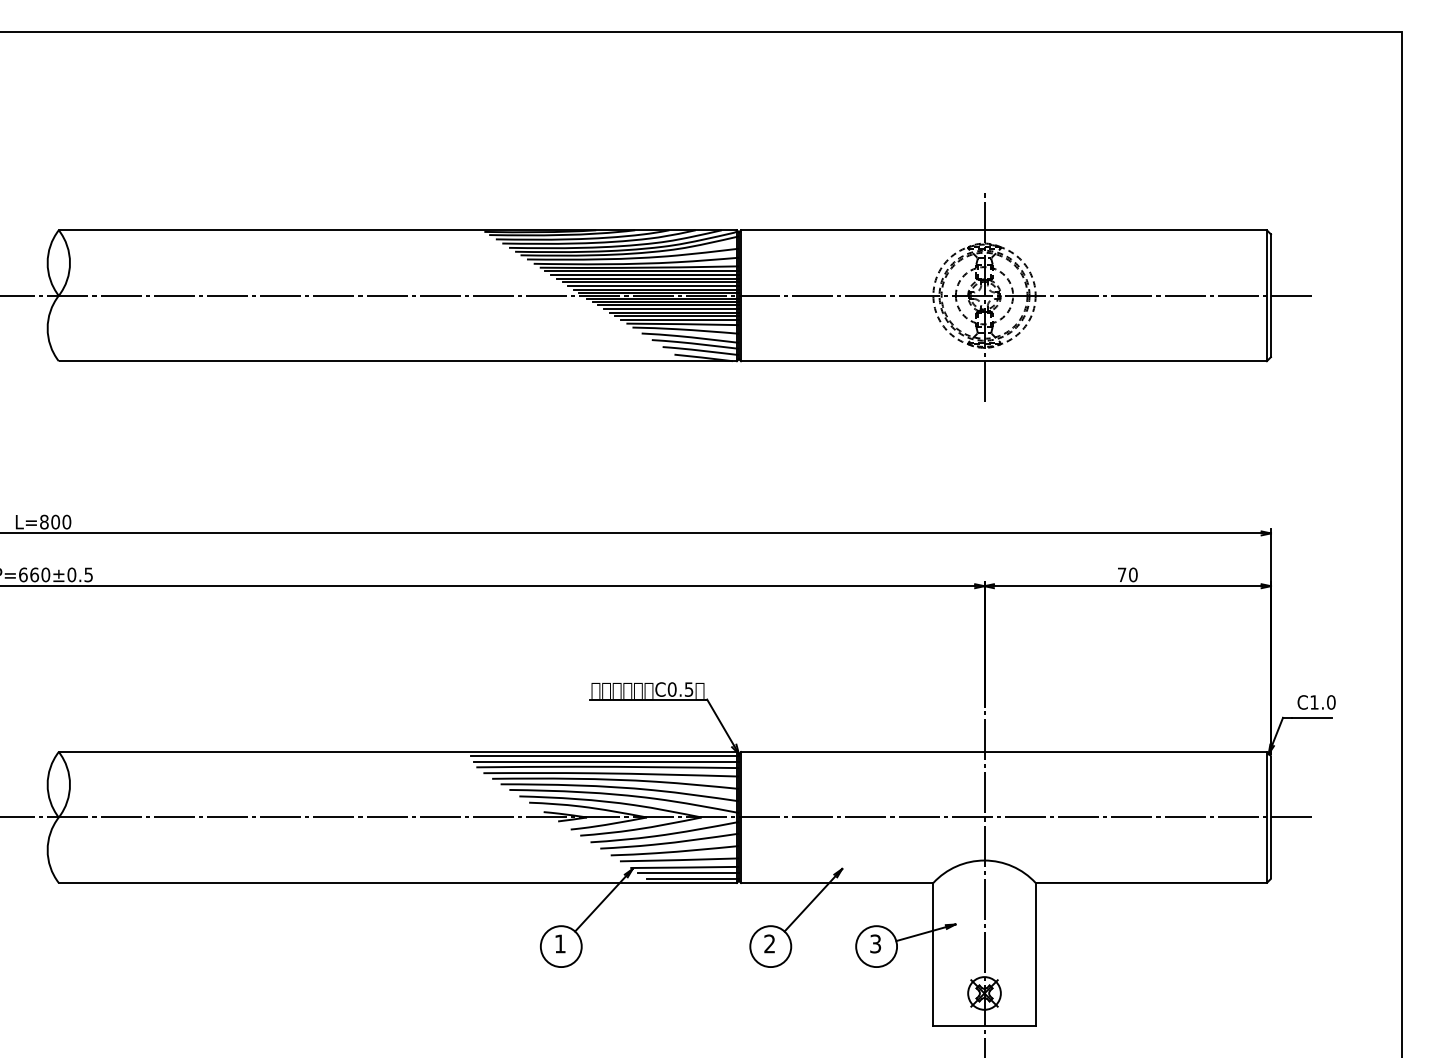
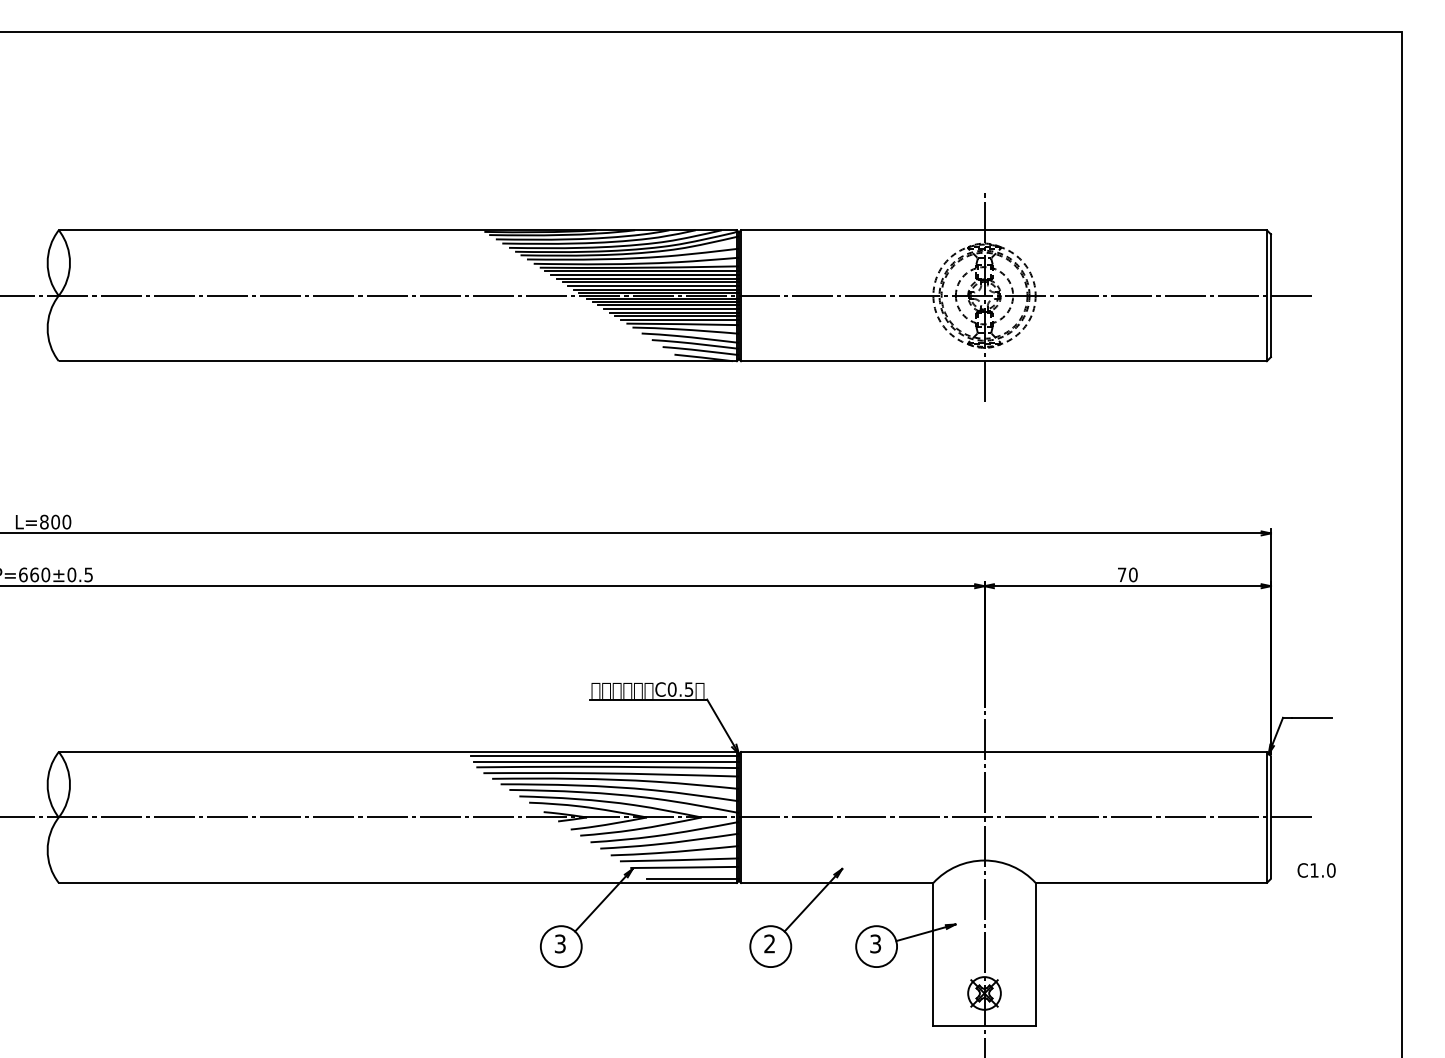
text at (1316, 702) position: (1316, 702) -> (1316, 870)
line at (688, 872): present -> none
text at (559, 943): 1 -> 3
